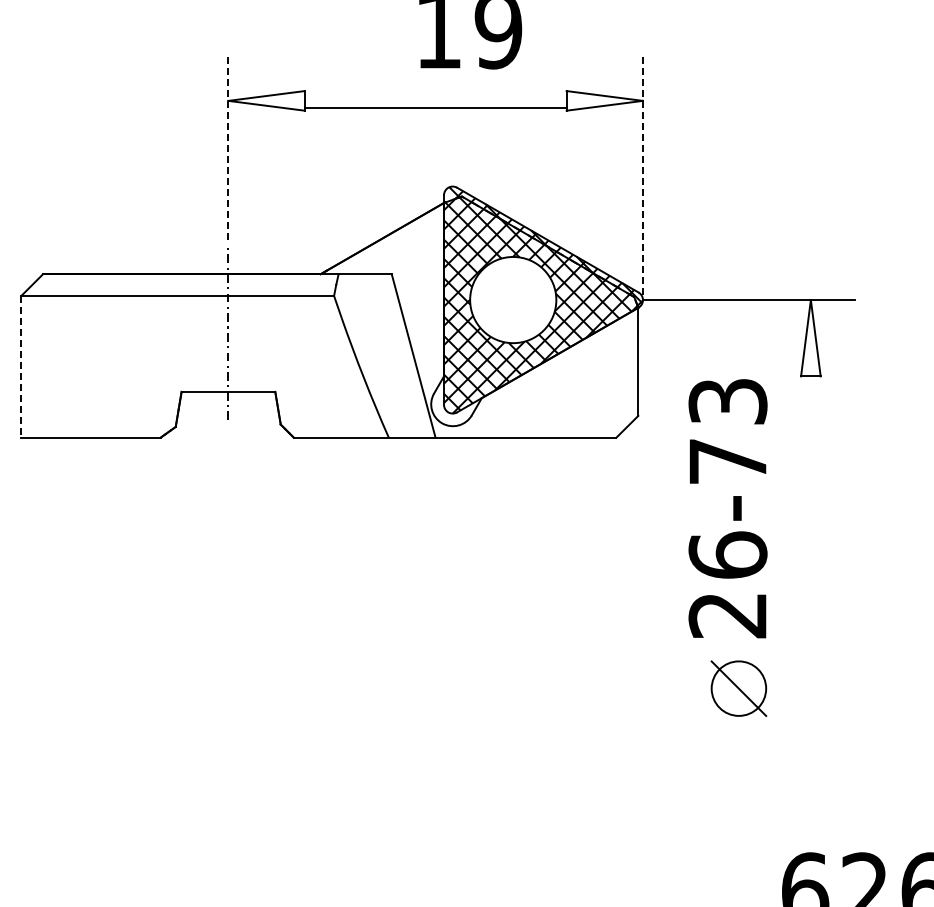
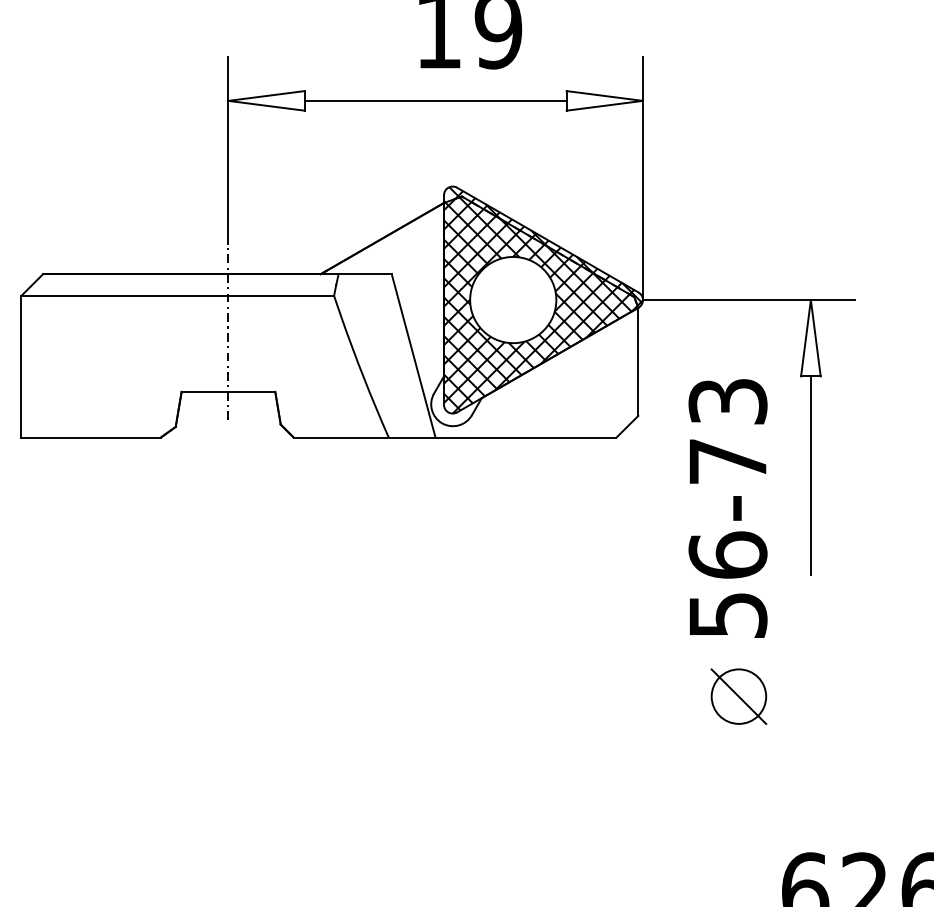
line at (435, 107) position: (435, 107) -> (435, 100)
line at (228, 150): dashed -> solid
line at (642, 179): dashed -> solid
line at (21, 366): dashed -> solid
line at (810, 475): none -> present
text at (727, 615): 26-73 -> 56-73
part at (738, 688) position: (738, 688) -> (738, 696)
